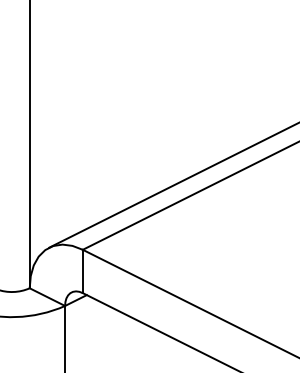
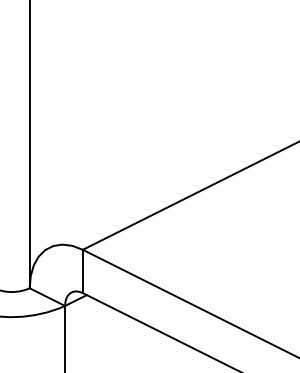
line at (172, 185): present -> none
